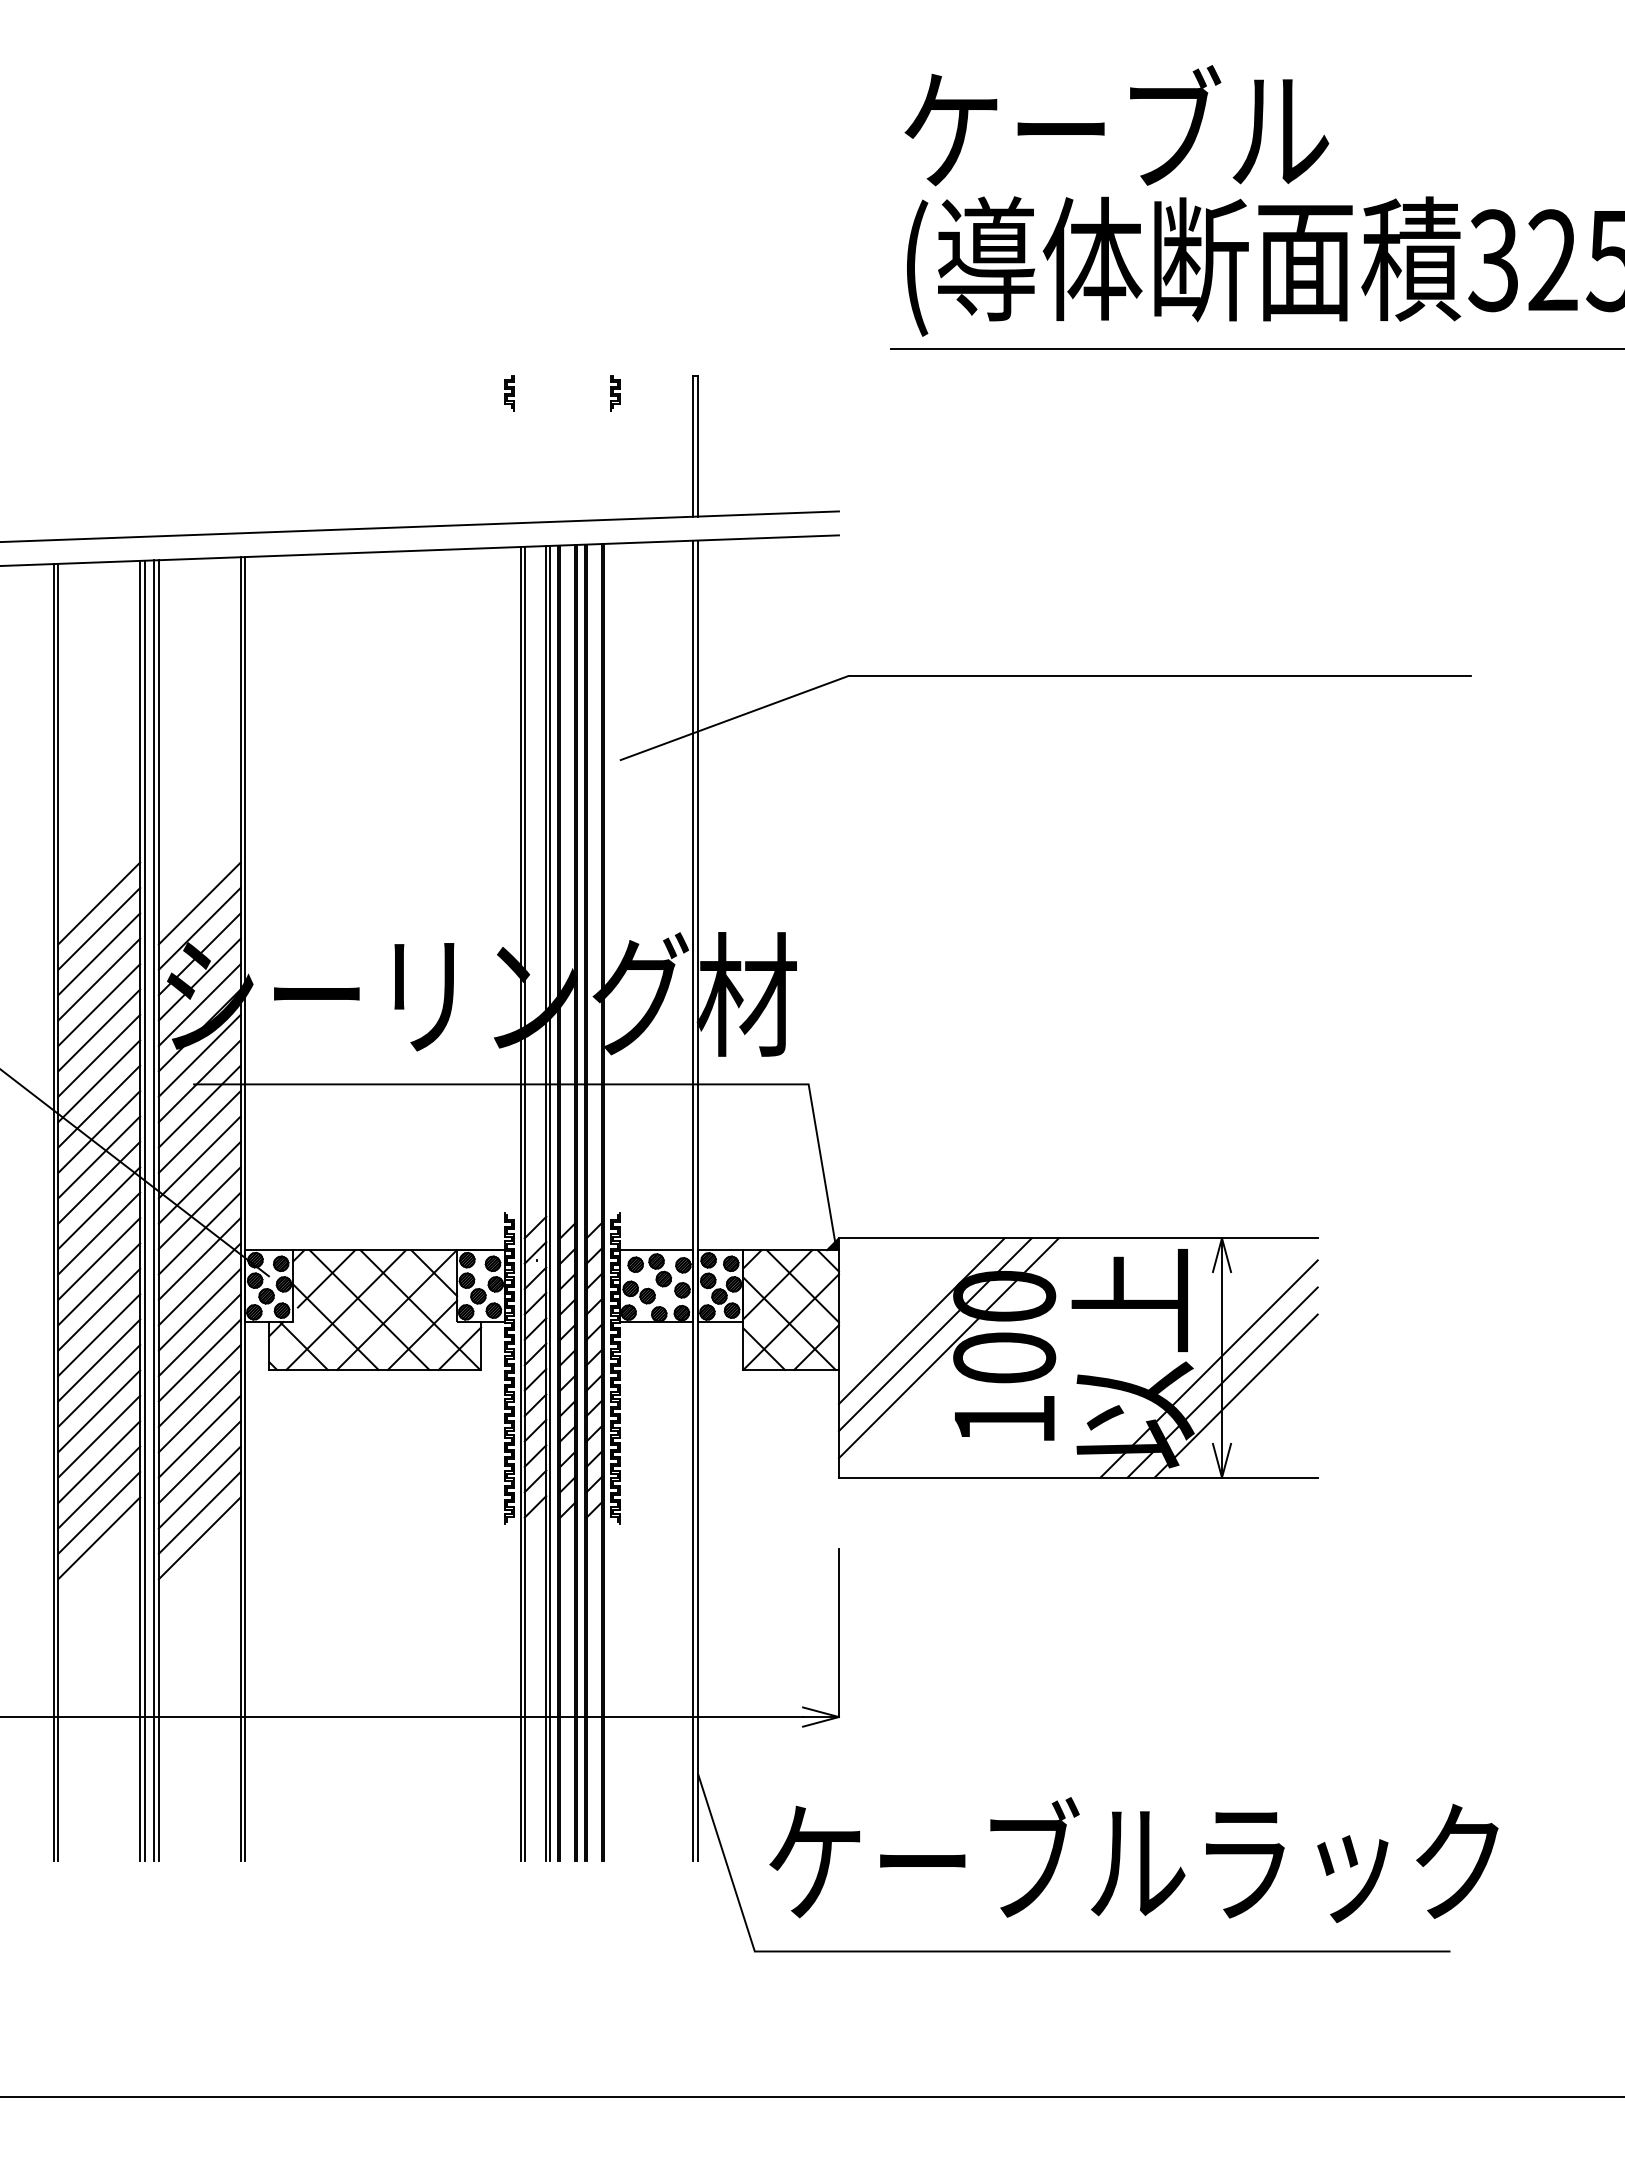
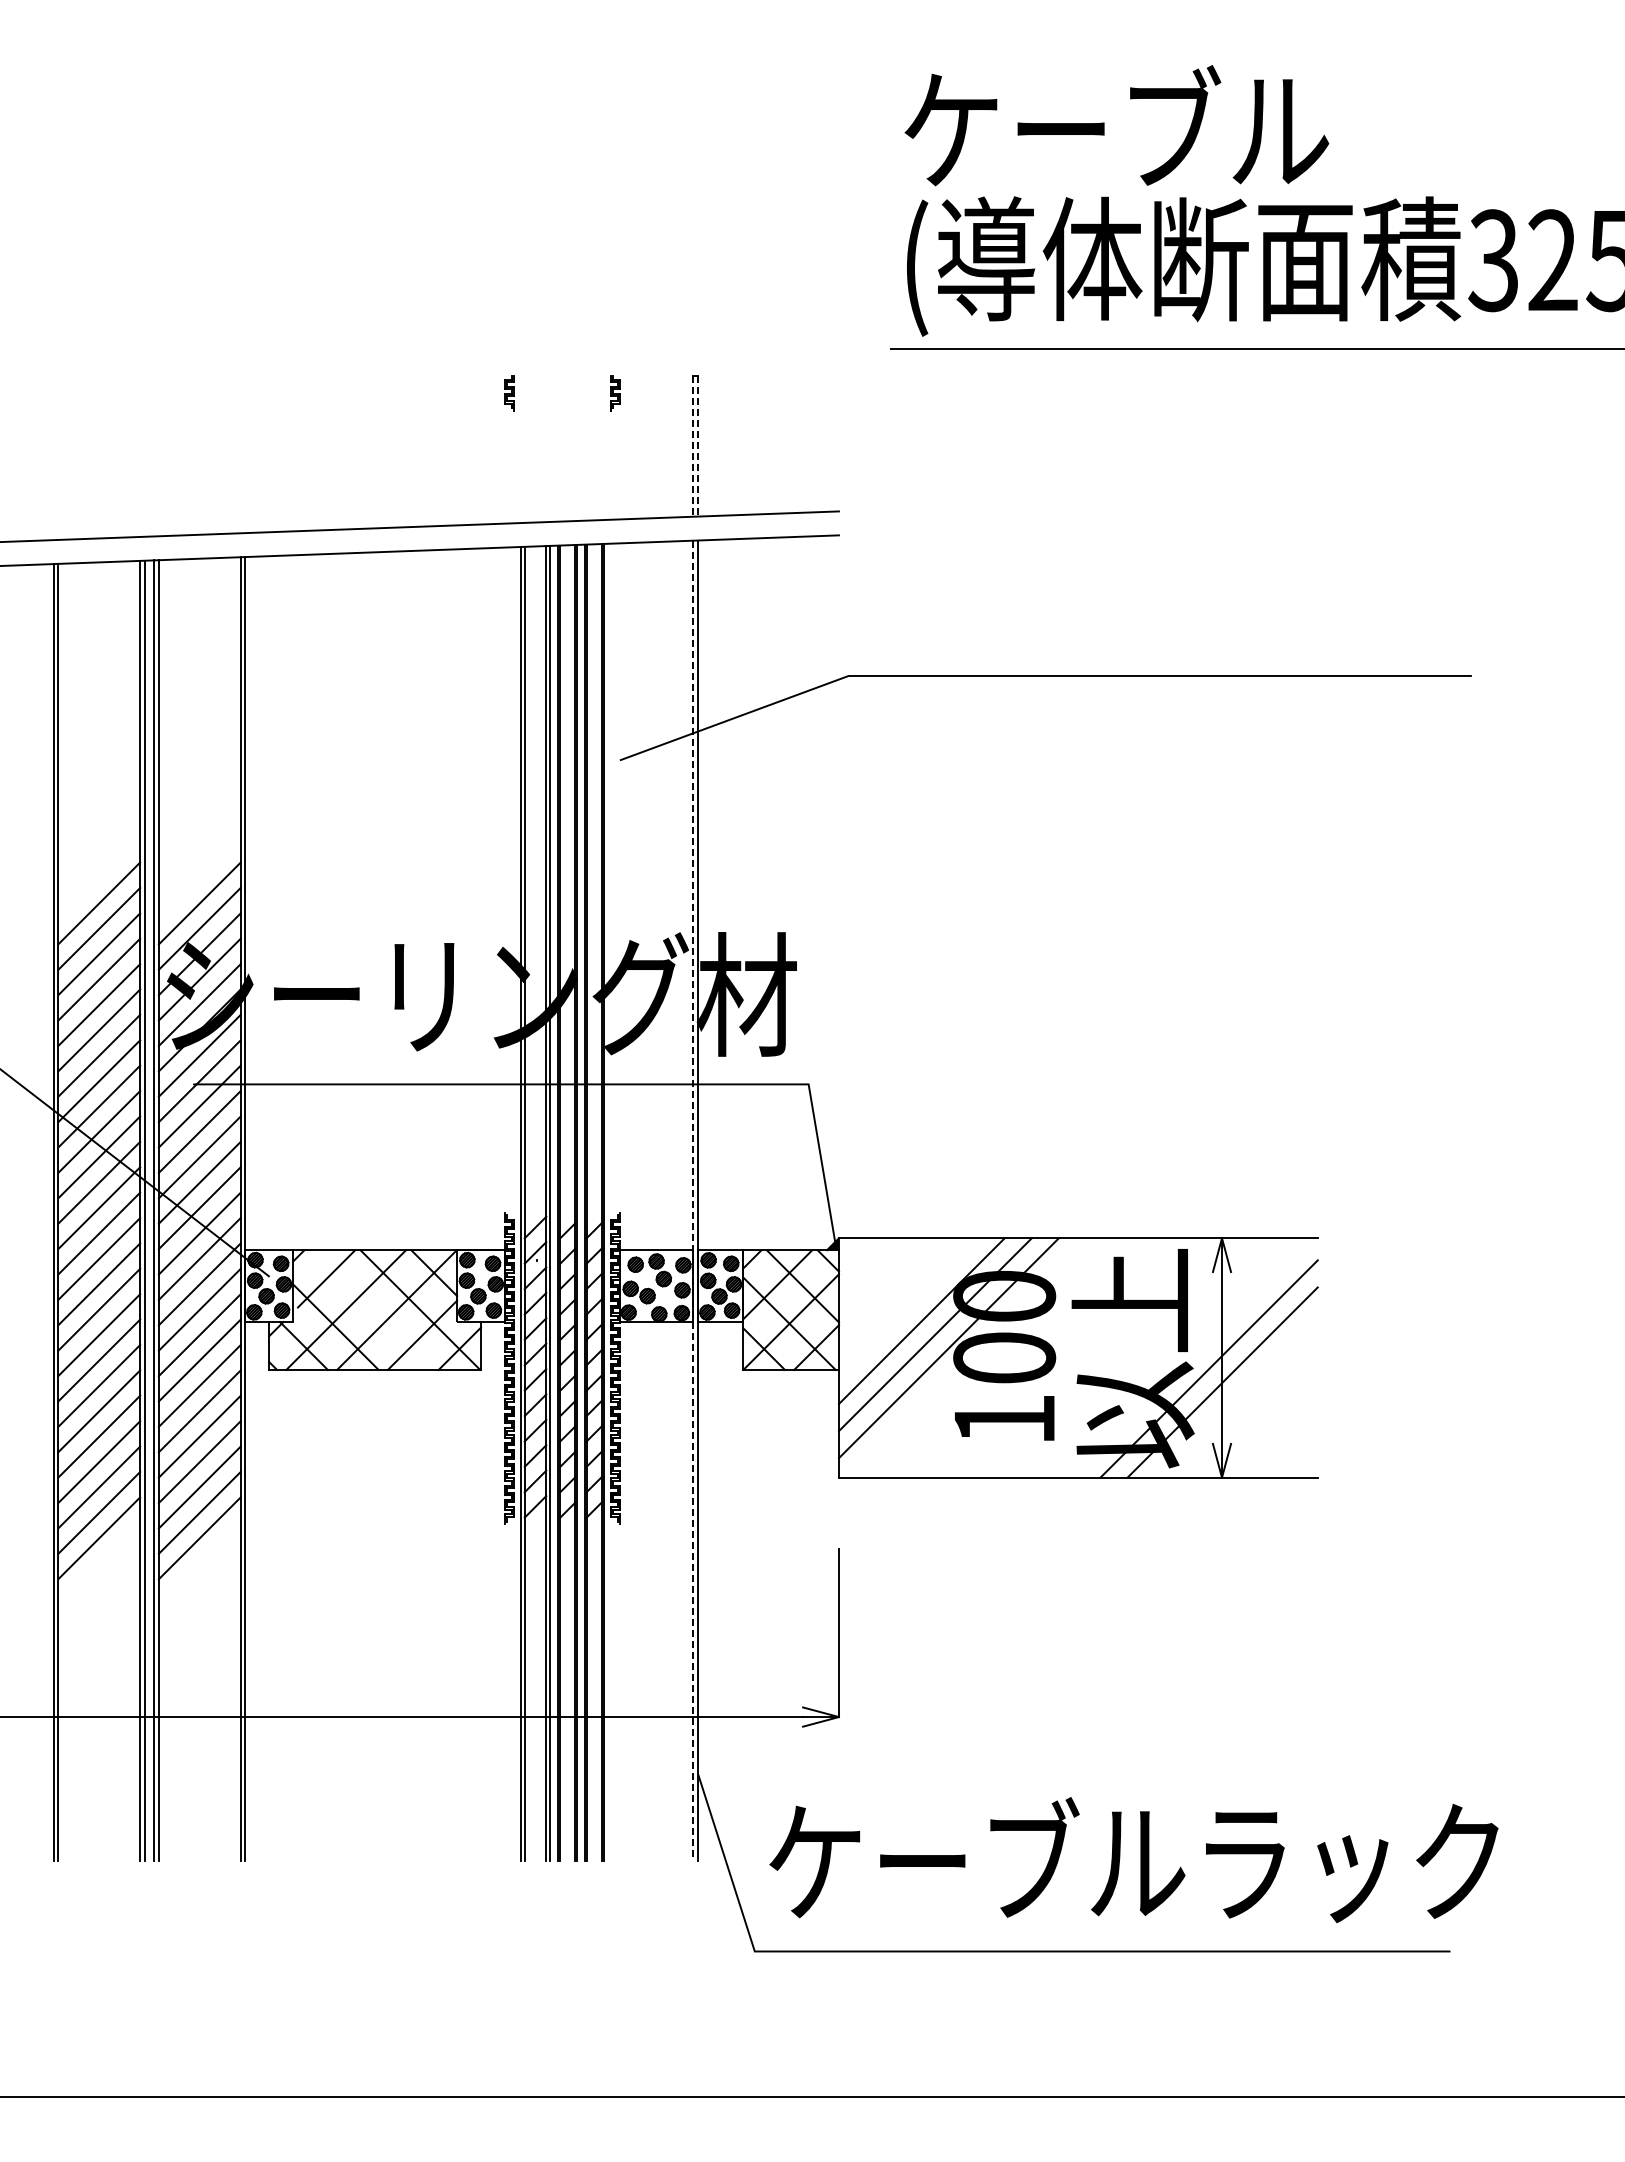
line at (692, 447): solid -> dashed
line at (698, 447): solid -> dashed
line at (692, 1201): solid -> dashed
line at (369, 1309): present -> none
line at (1235, 1395): present -> none
